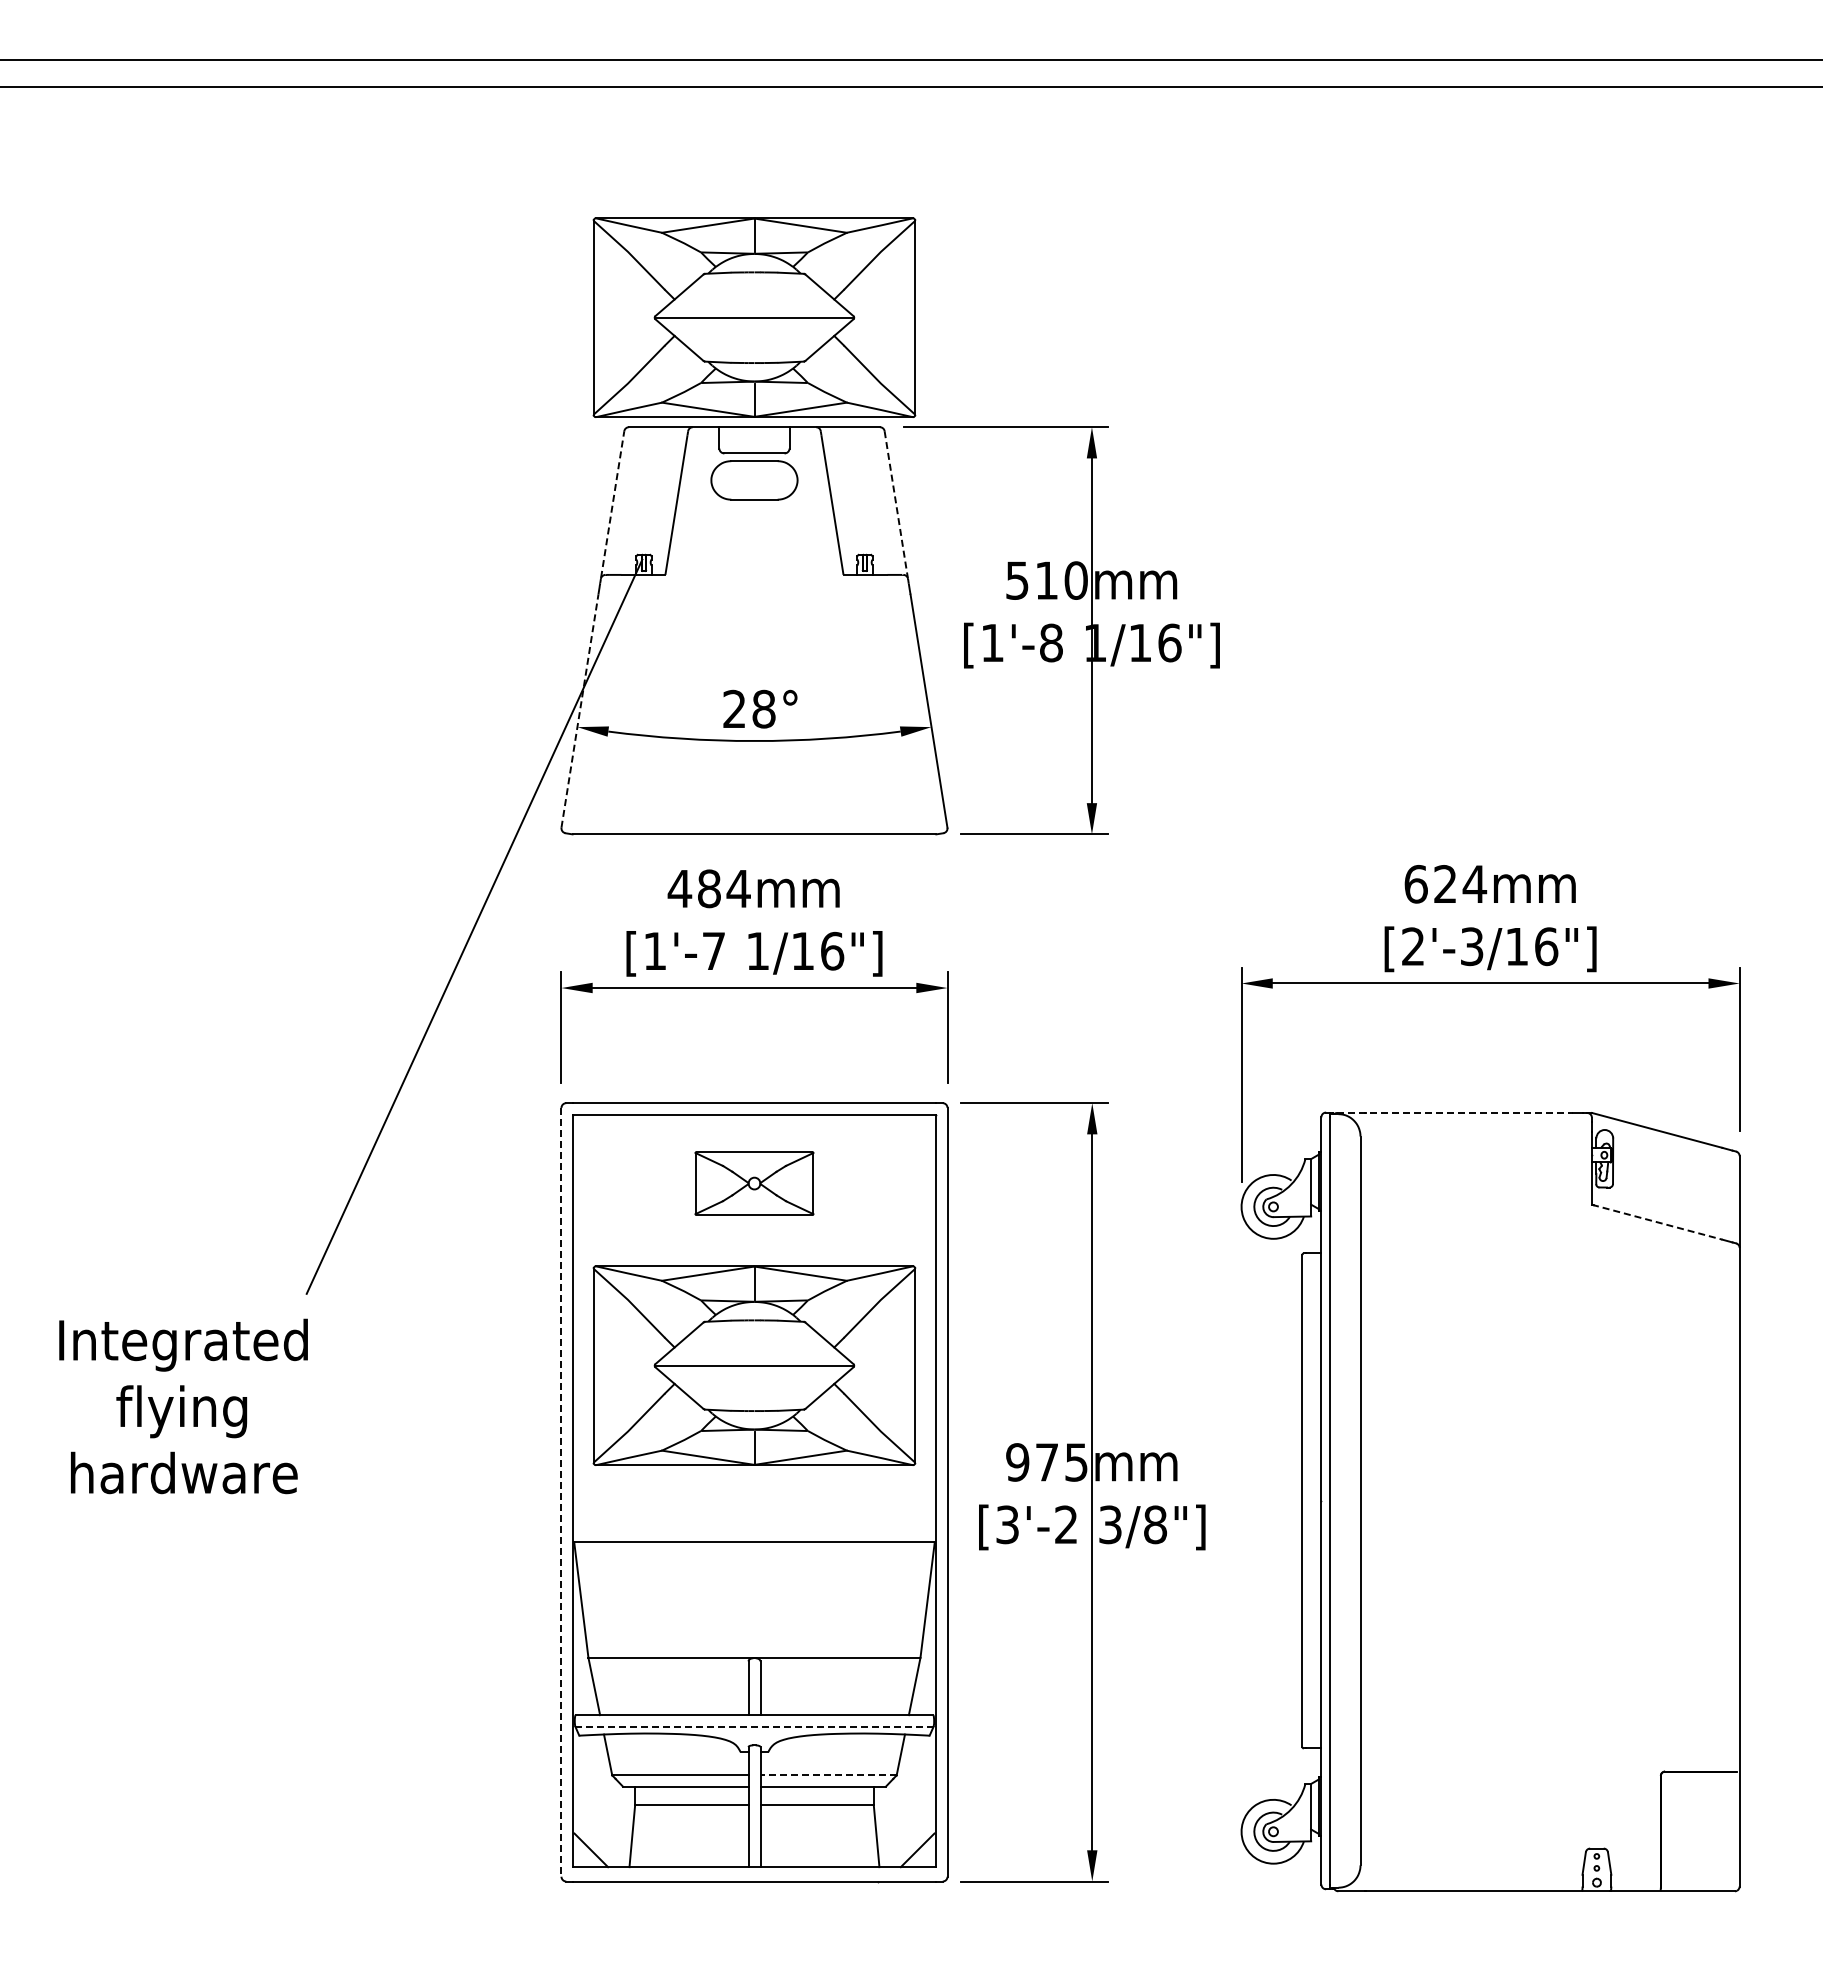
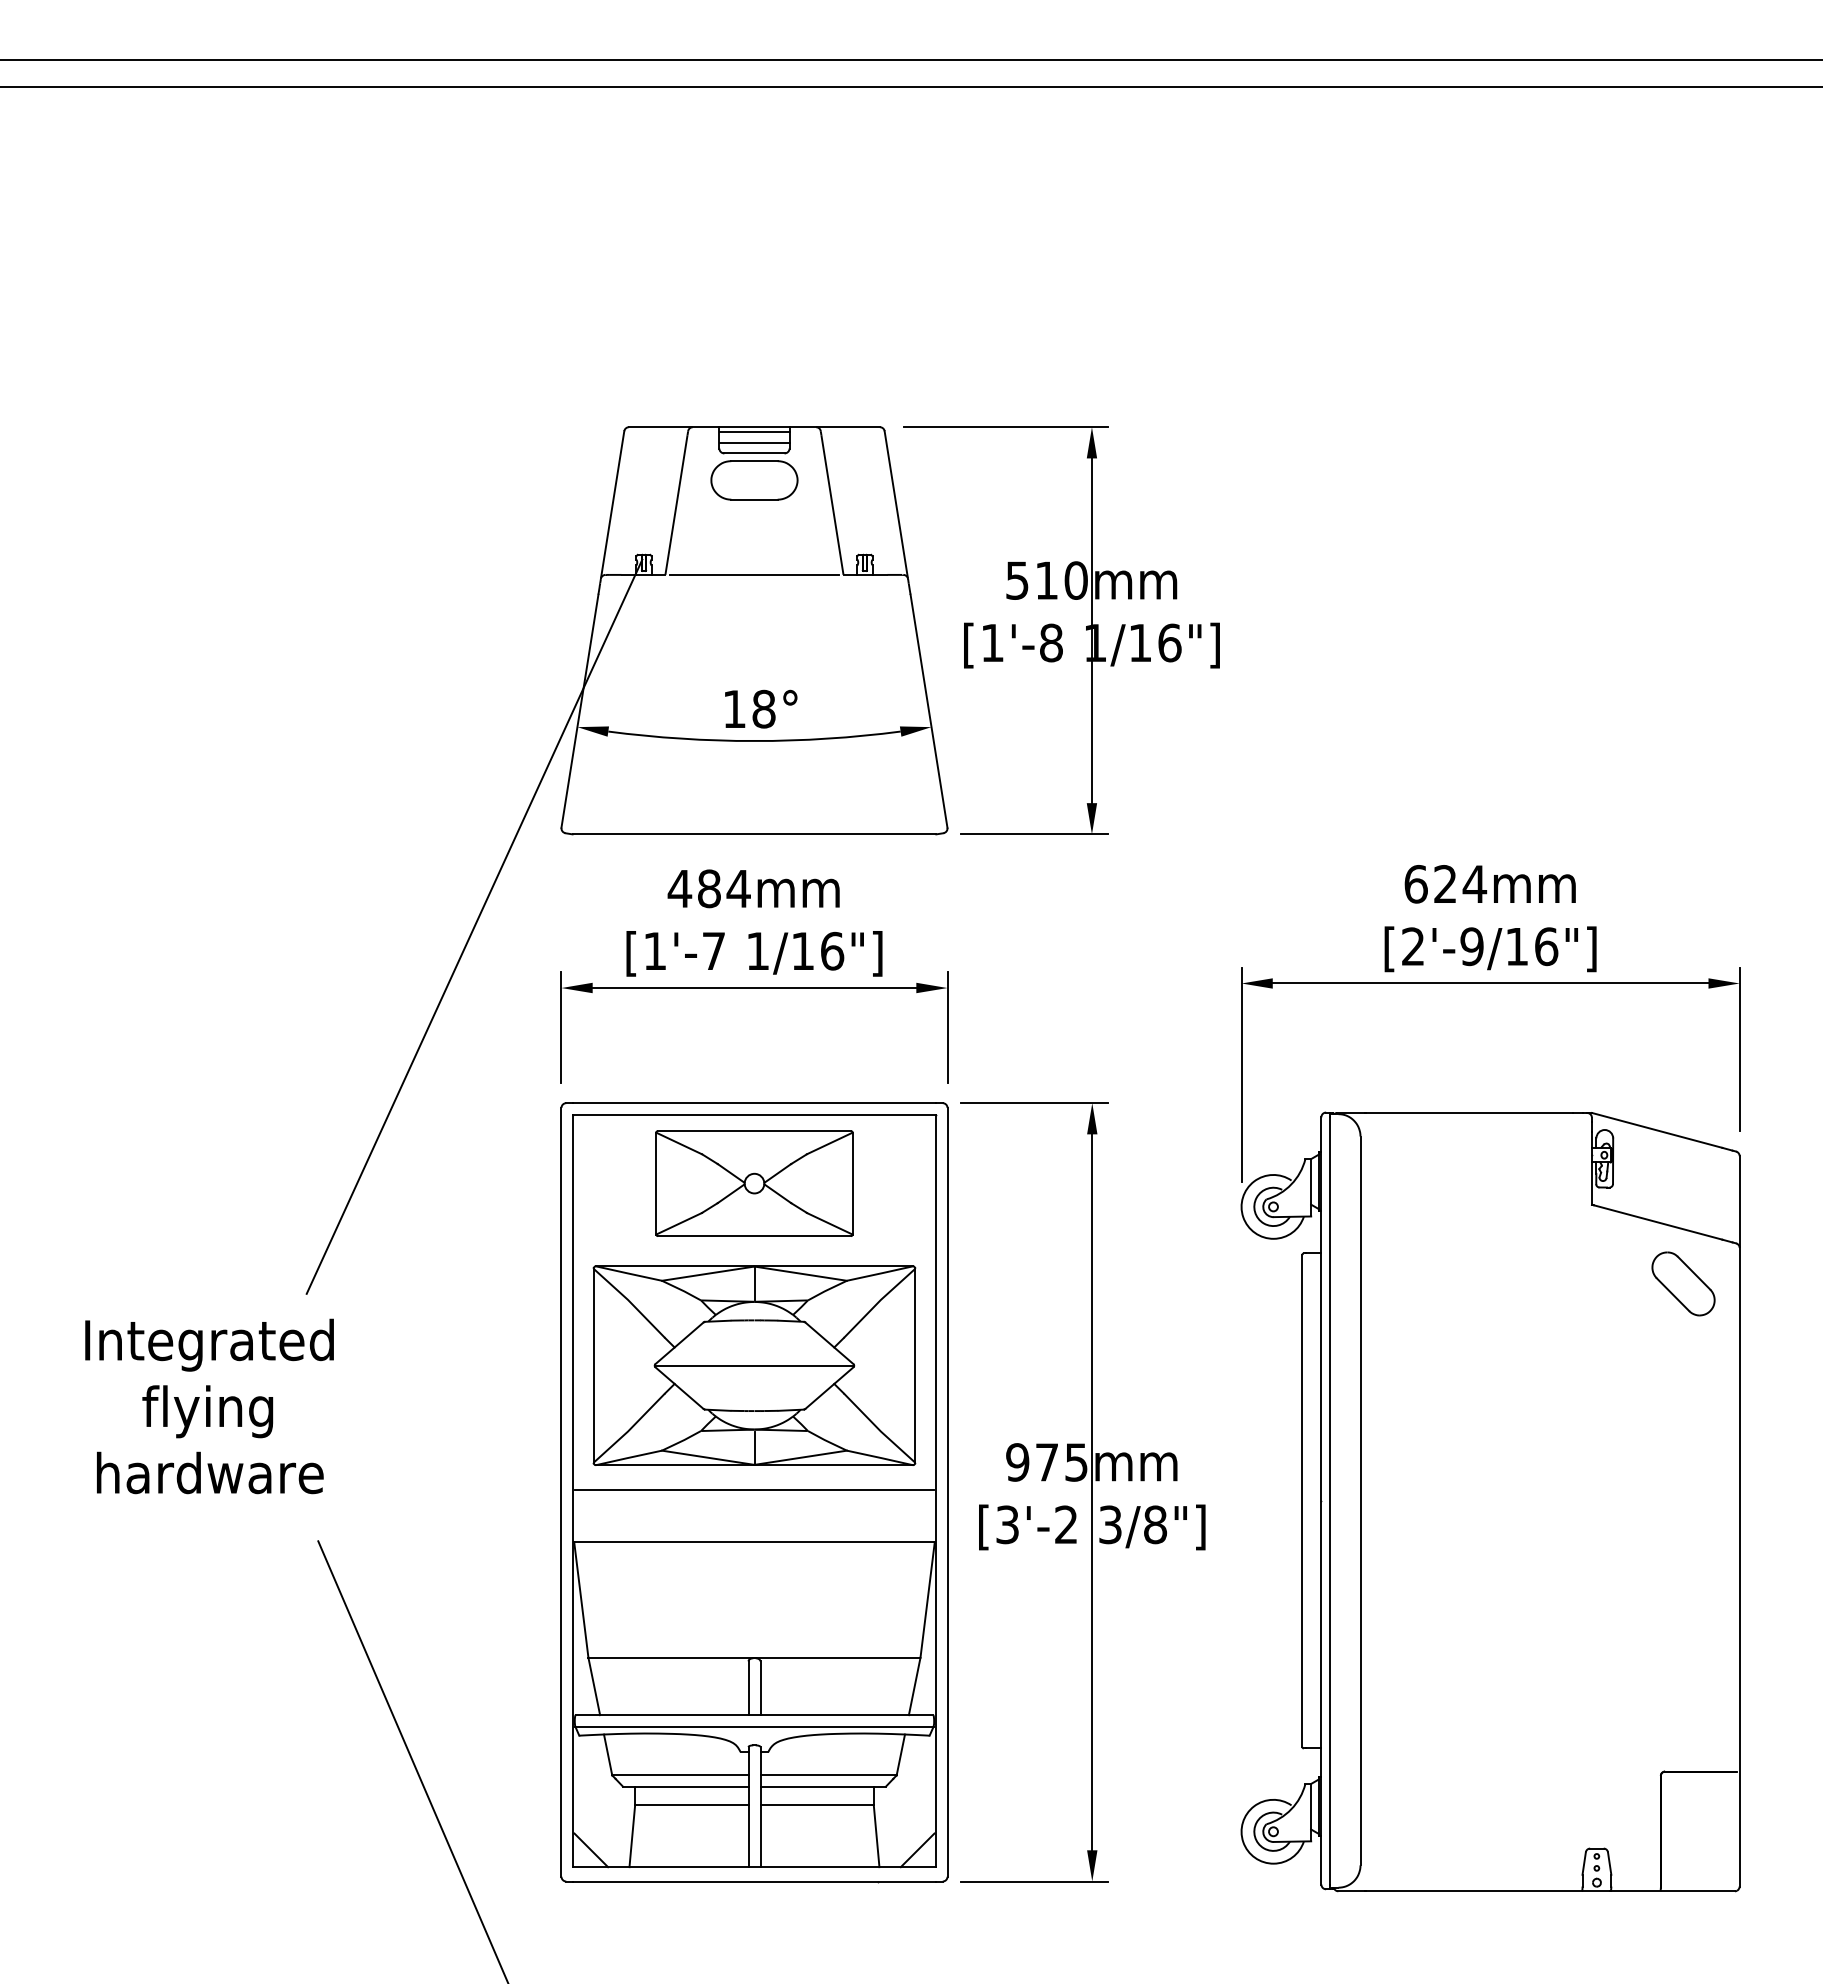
part at (754, 317): present -> none
line at (754, 432): none -> present
line at (754, 443): none -> present
line at (612, 504): dashed -> solid
line at (896, 505): dashed -> solid
line at (754, 574): none -> present
text at (734, 708): 28° -> 18°
line at (579, 711): dashed -> solid
text at (1471, 946): [2'-3/16"] -> [2'-9/16"]
line at (1455, 1112): dashed -> solid
part at (754, 1183) size: 121x65 px -> 199x107 px
line at (1657, 1222): dashed -> solid
part at (1683, 1283): none -> present
text at (183, 1406) position: (183, 1406) -> (209, 1406)
line at (754, 1489): none -> present
line at (561, 1492): dashed -> solid
line at (754, 1726): dashed -> solid
line at (412, 1760): none -> present
line at (828, 1775): dashed -> solid
